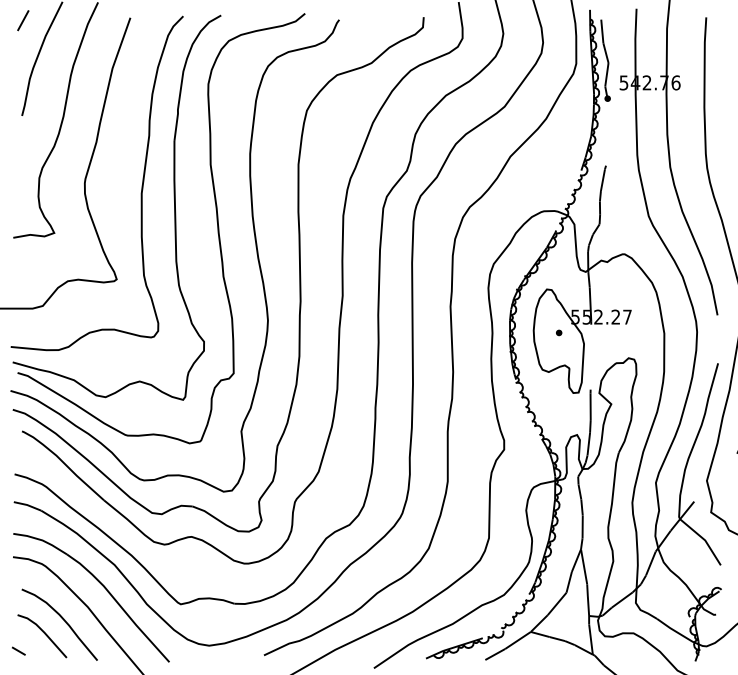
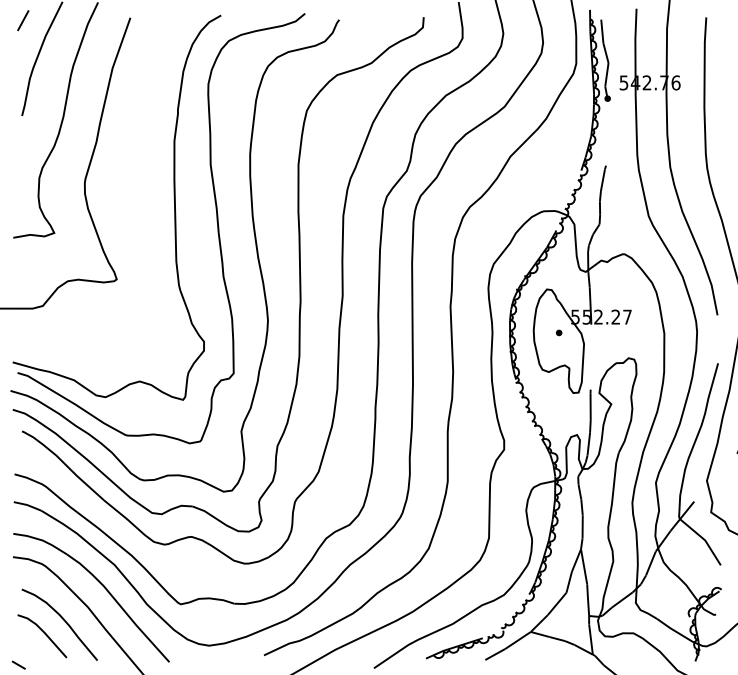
curve at (141, 185): present -> none
line at (18, 650) position: (18, 650) -> (18, 664)
